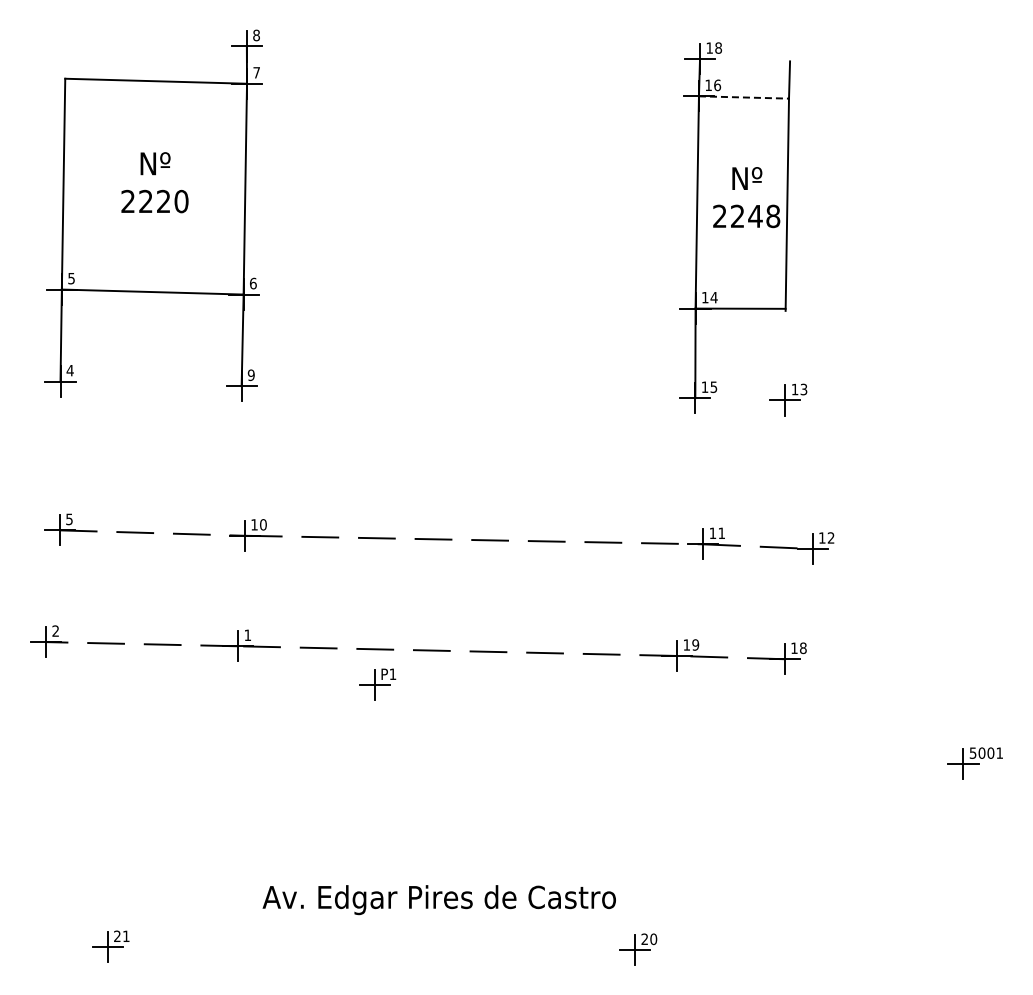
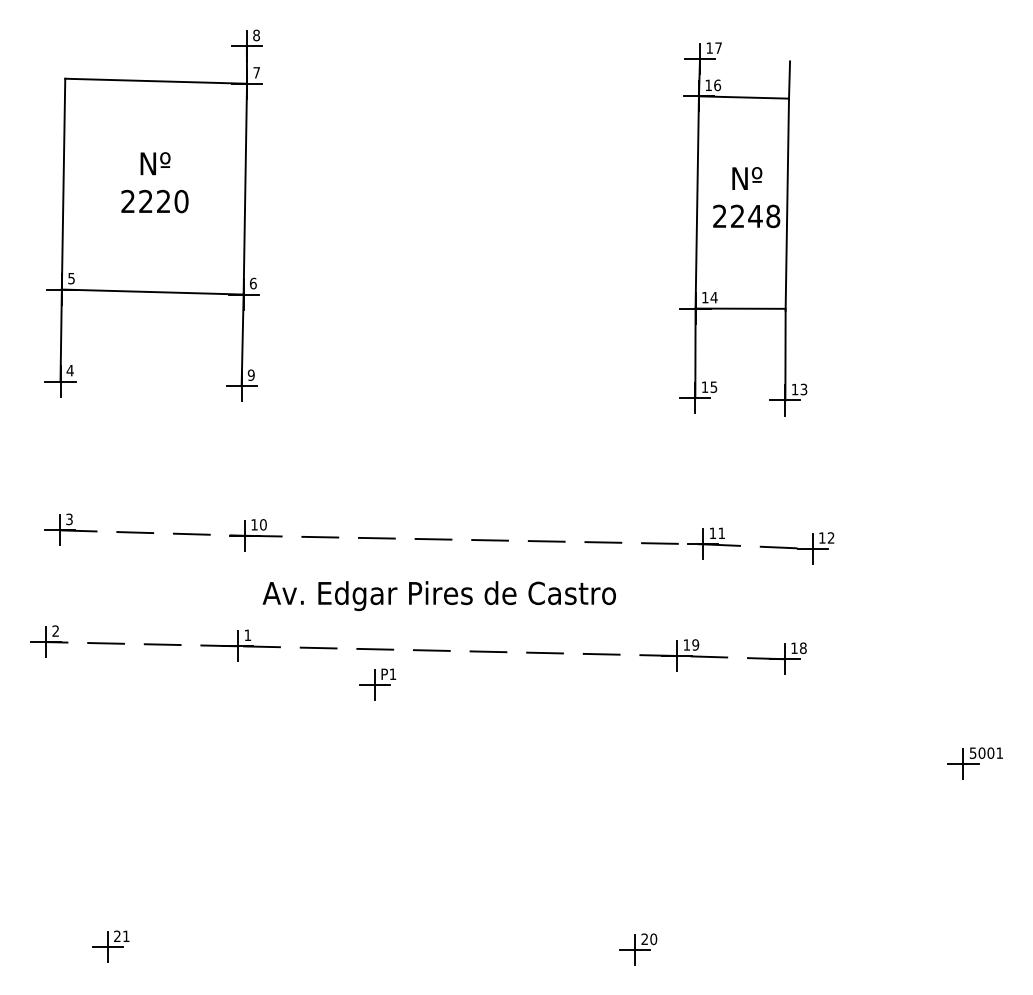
text at (718, 47): 18 -> 17
line at (744, 97): dashed -> solid
line at (785, 355): none -> present
text at (69, 518): 5 -> 3
text at (438, 900) position: (438, 900) -> (438, 596)
